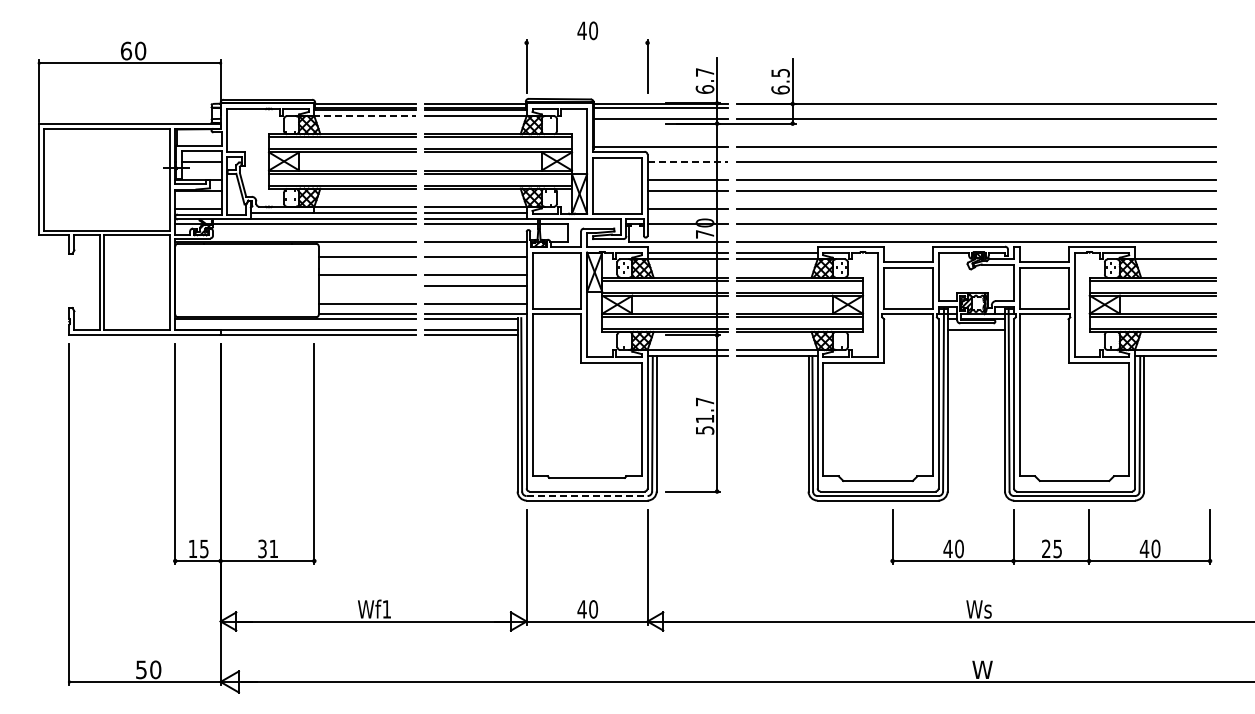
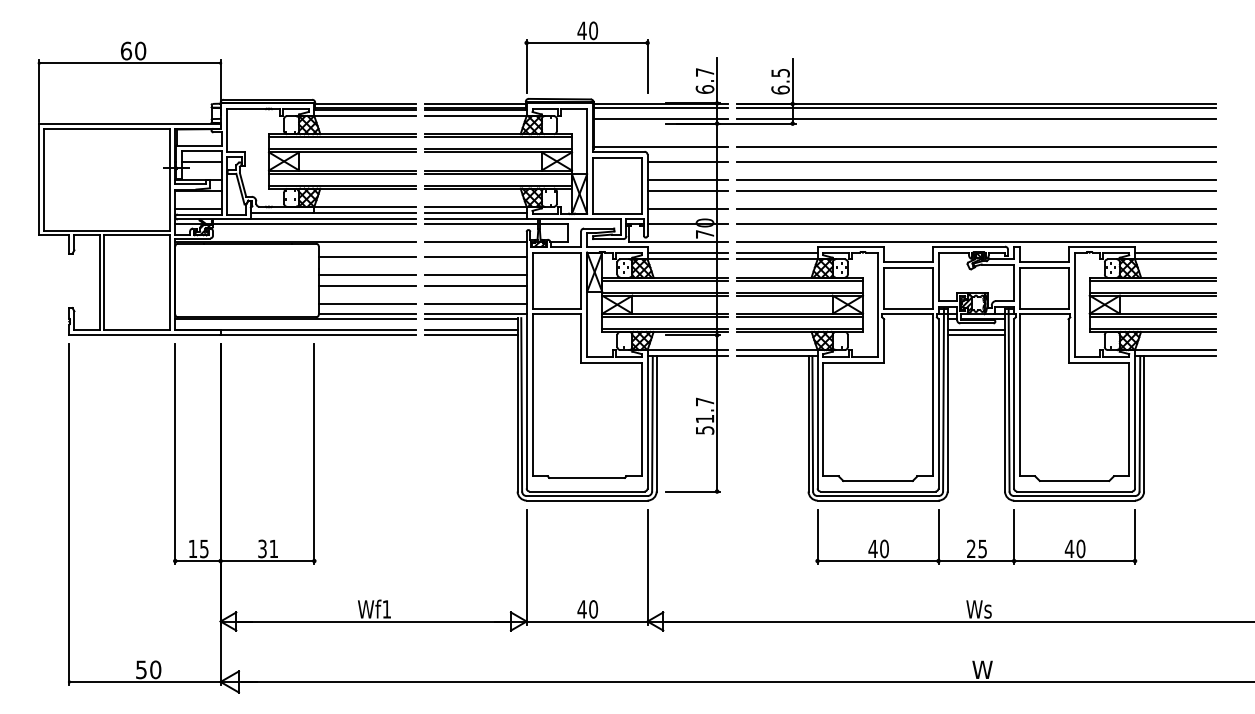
line at (586, 42): none -> present
line at (976, 108): none -> present
line at (364, 116): dashed -> solid
line at (688, 162): dashed -> solid
line at (1175, 253): none -> present
line at (366, 285): none -> present
line at (976, 335): none -> present
line at (587, 496): dashed -> solid
part at (1051, 536) position: (1051, 536) -> (976, 536)
